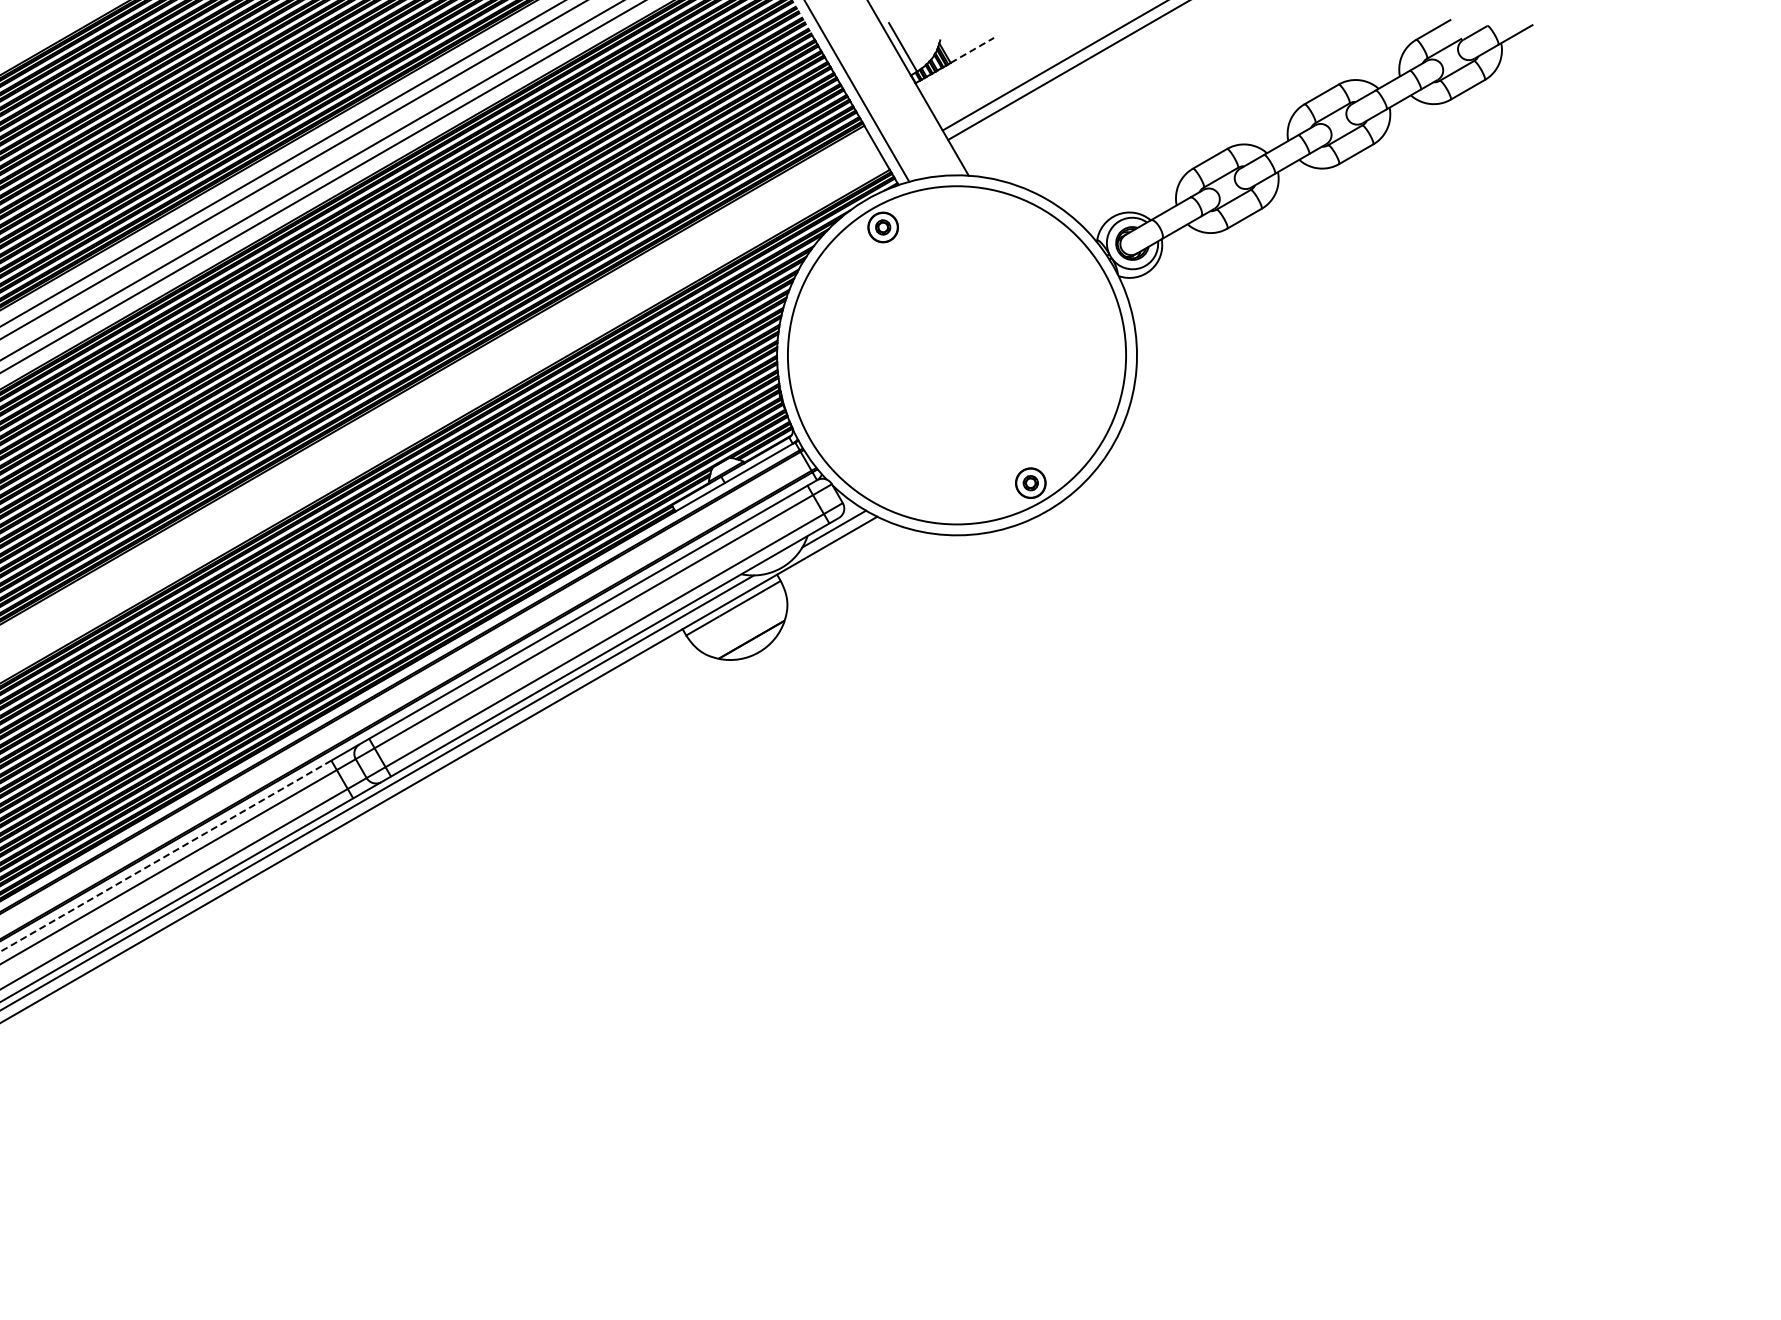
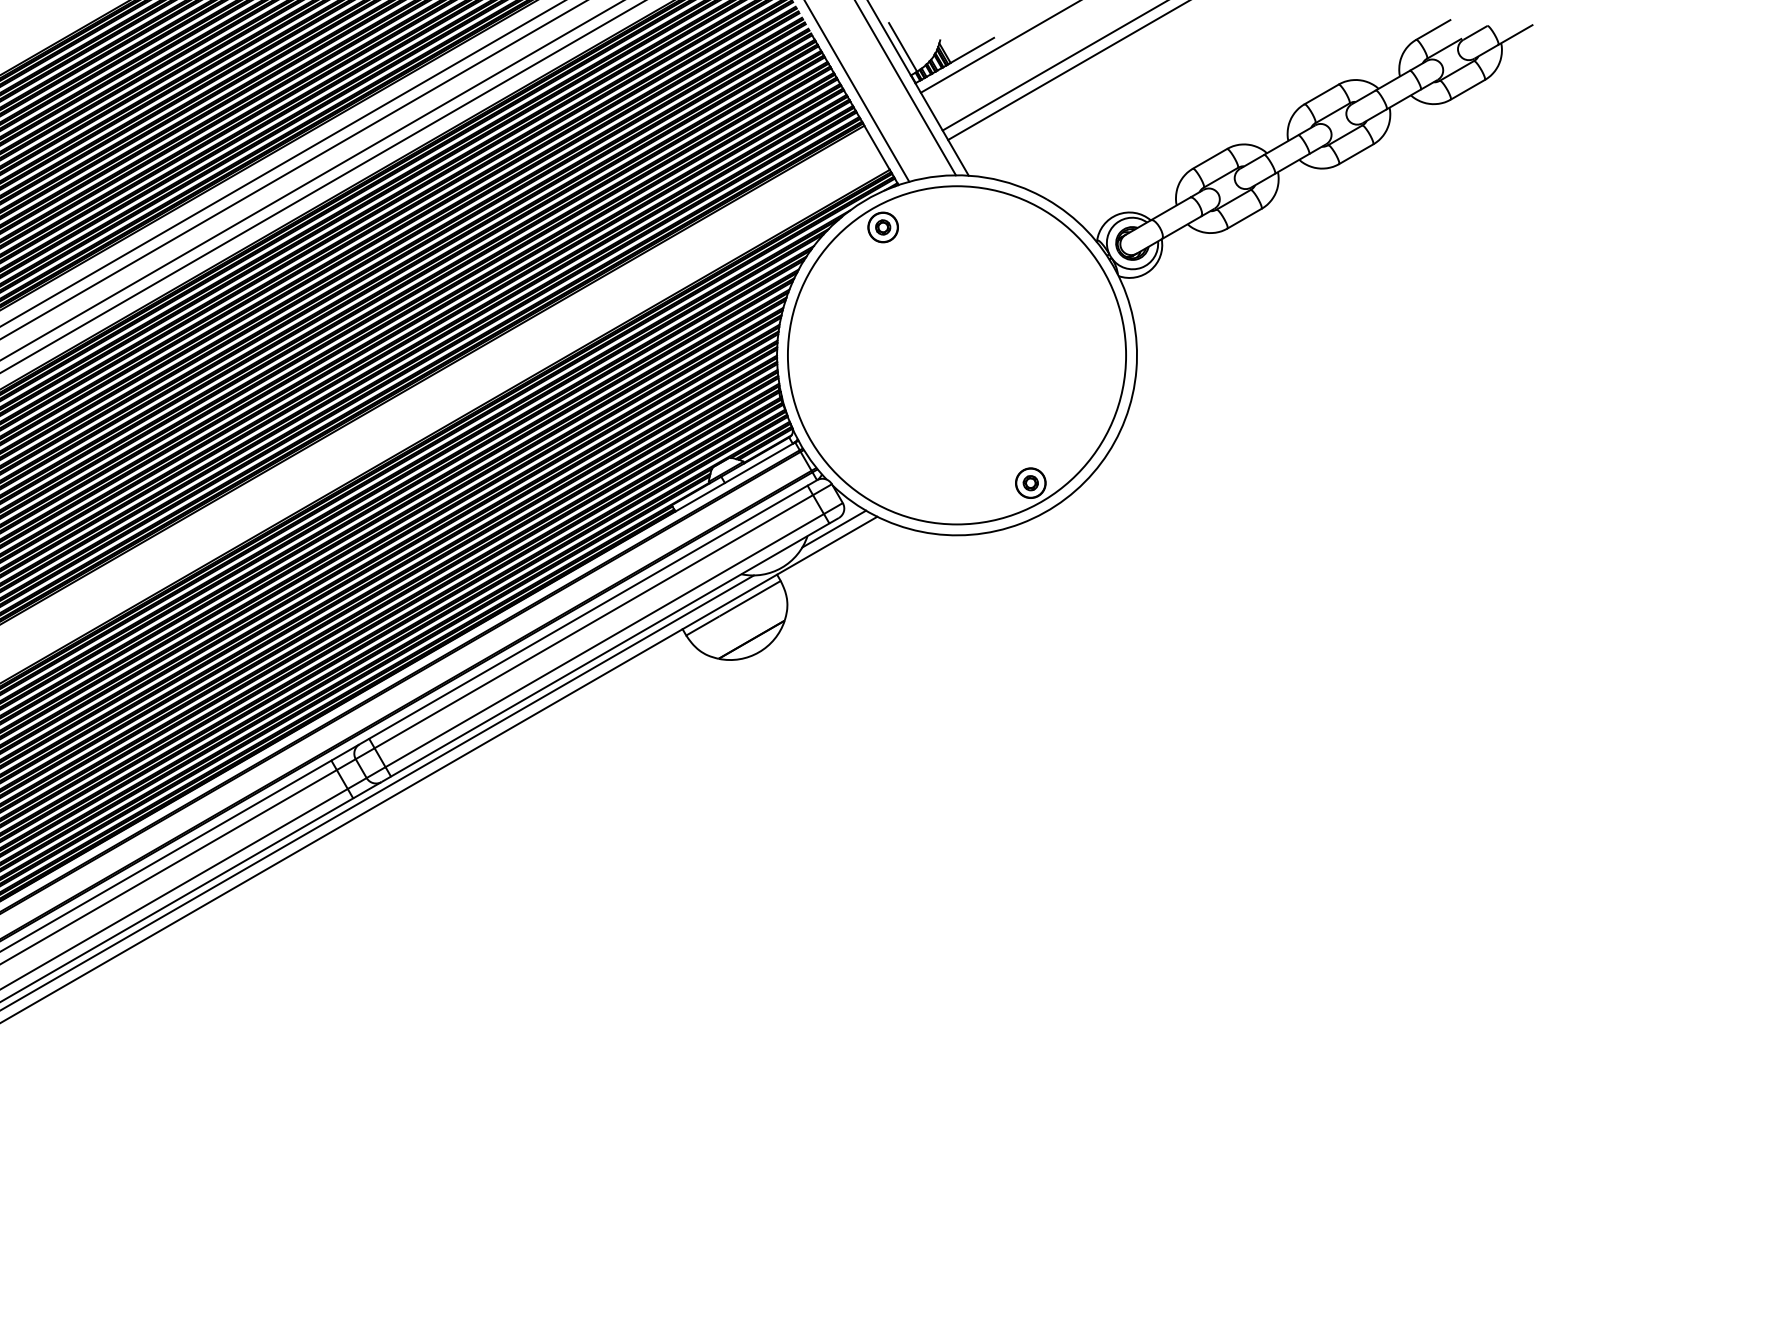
line at (998, 47): none -> present
line at (972, 50): dashed -> solid
line at (905, 88): none -> present
line at (165, 856): dashed -> solid
